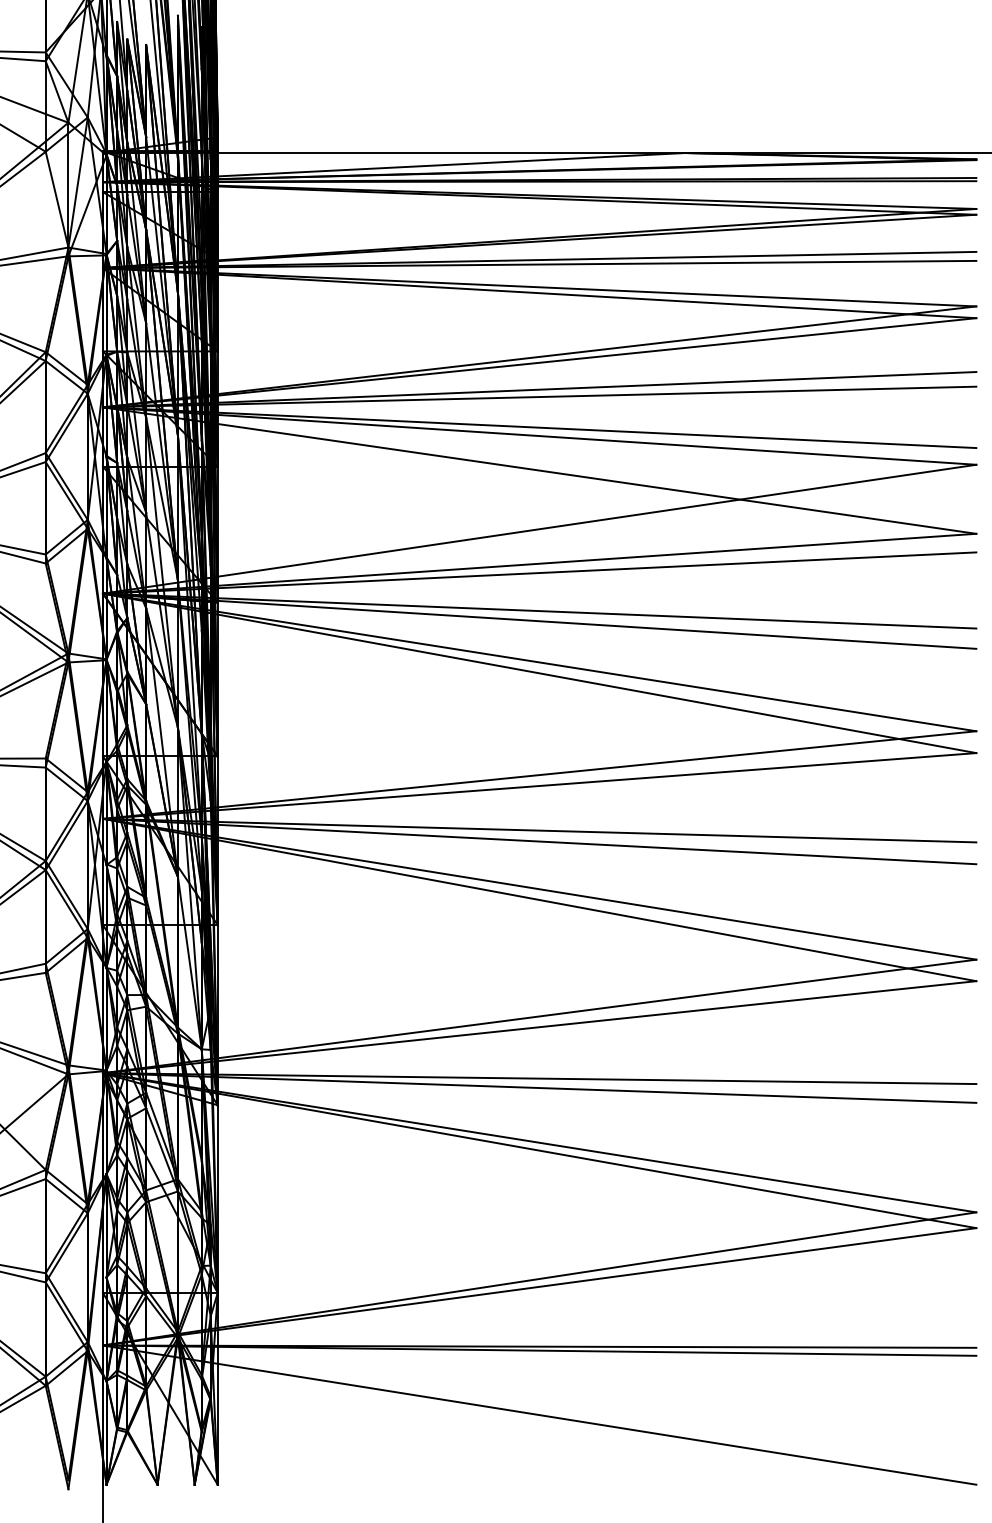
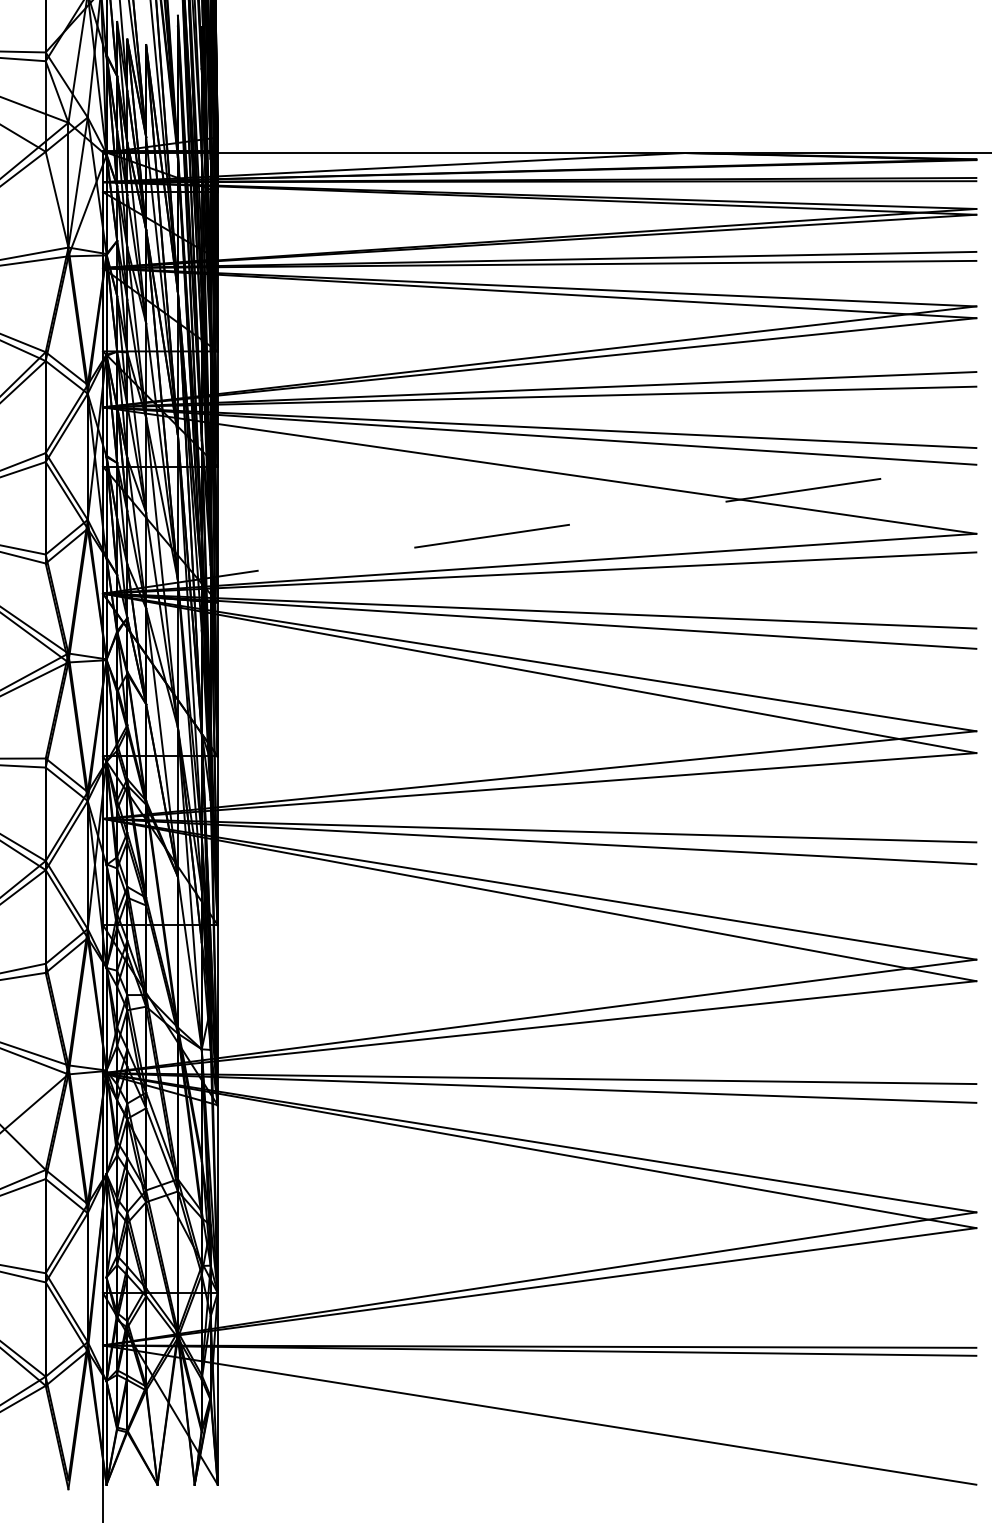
line at (540, 529): solid -> dashed
